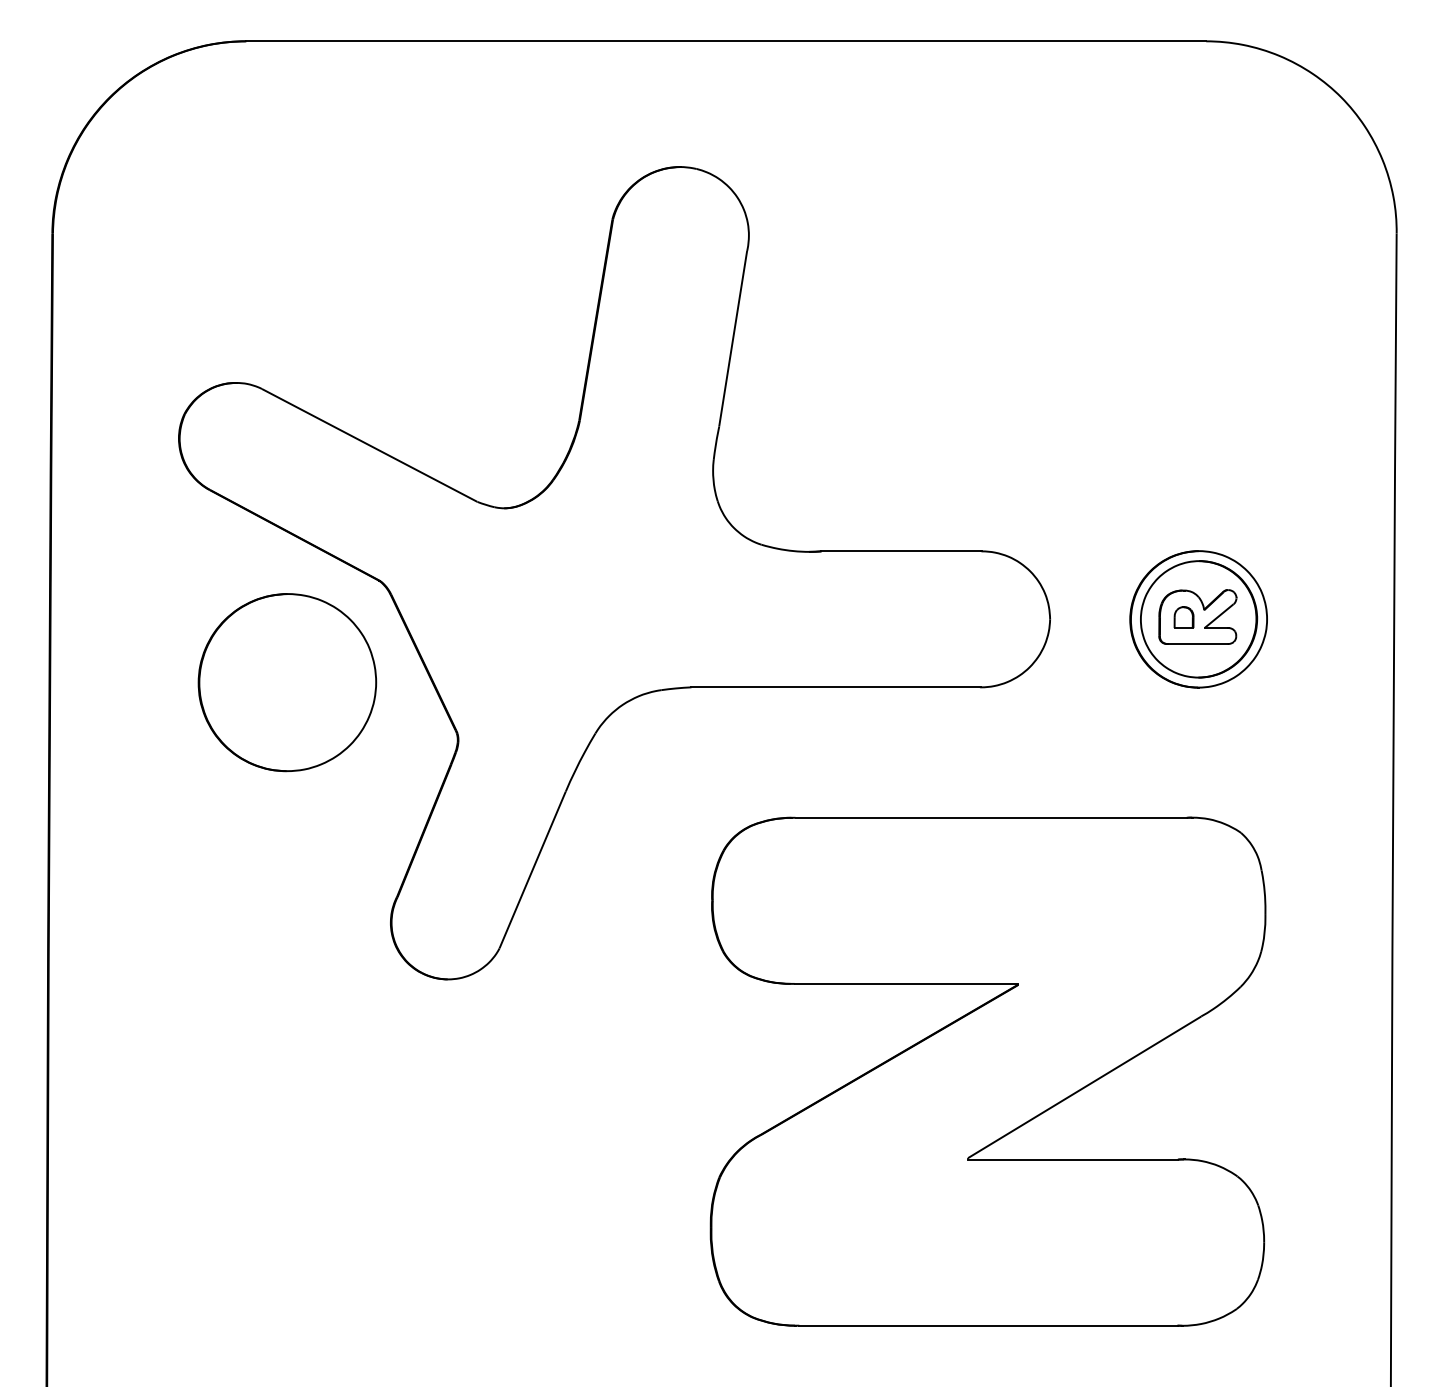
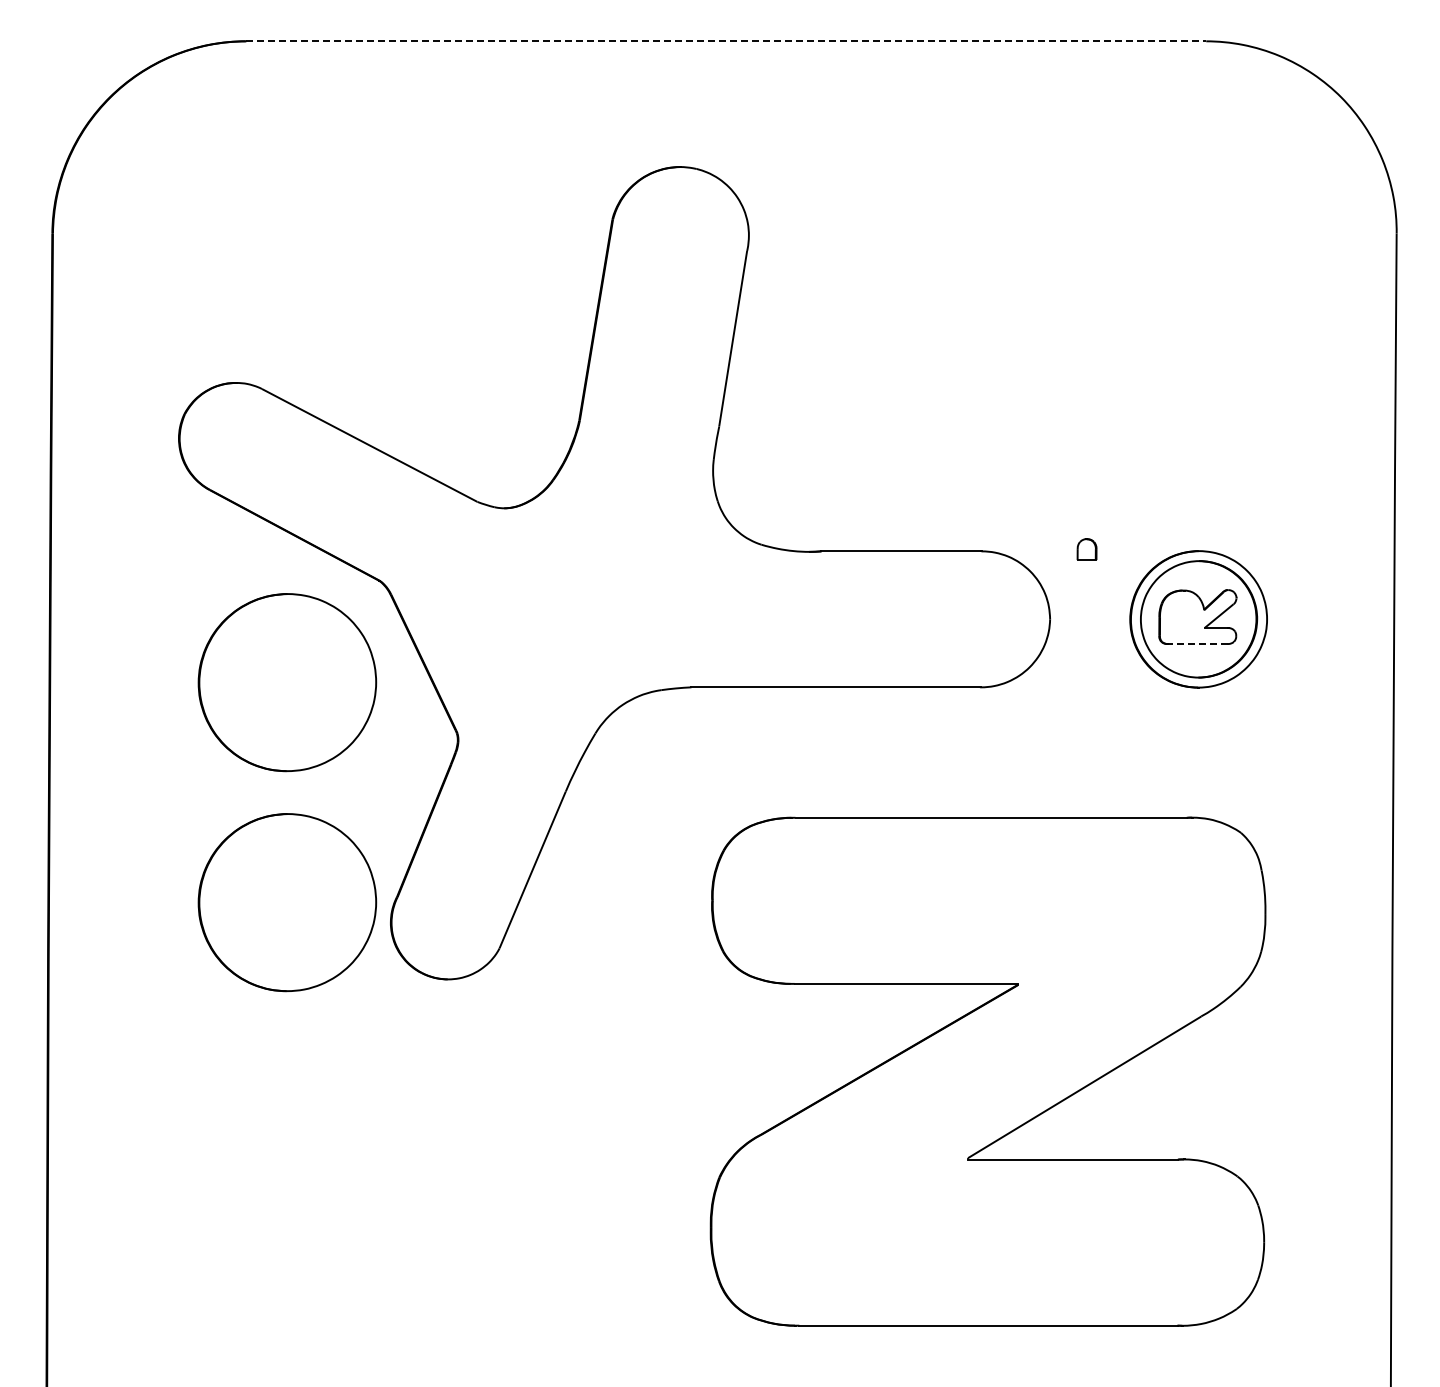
line at (726, 41): solid -> dashed
part at (1183, 617) position: (1183, 617) -> (1086, 549)
line at (1198, 644): solid -> dashed
part at (287, 902): none -> present
